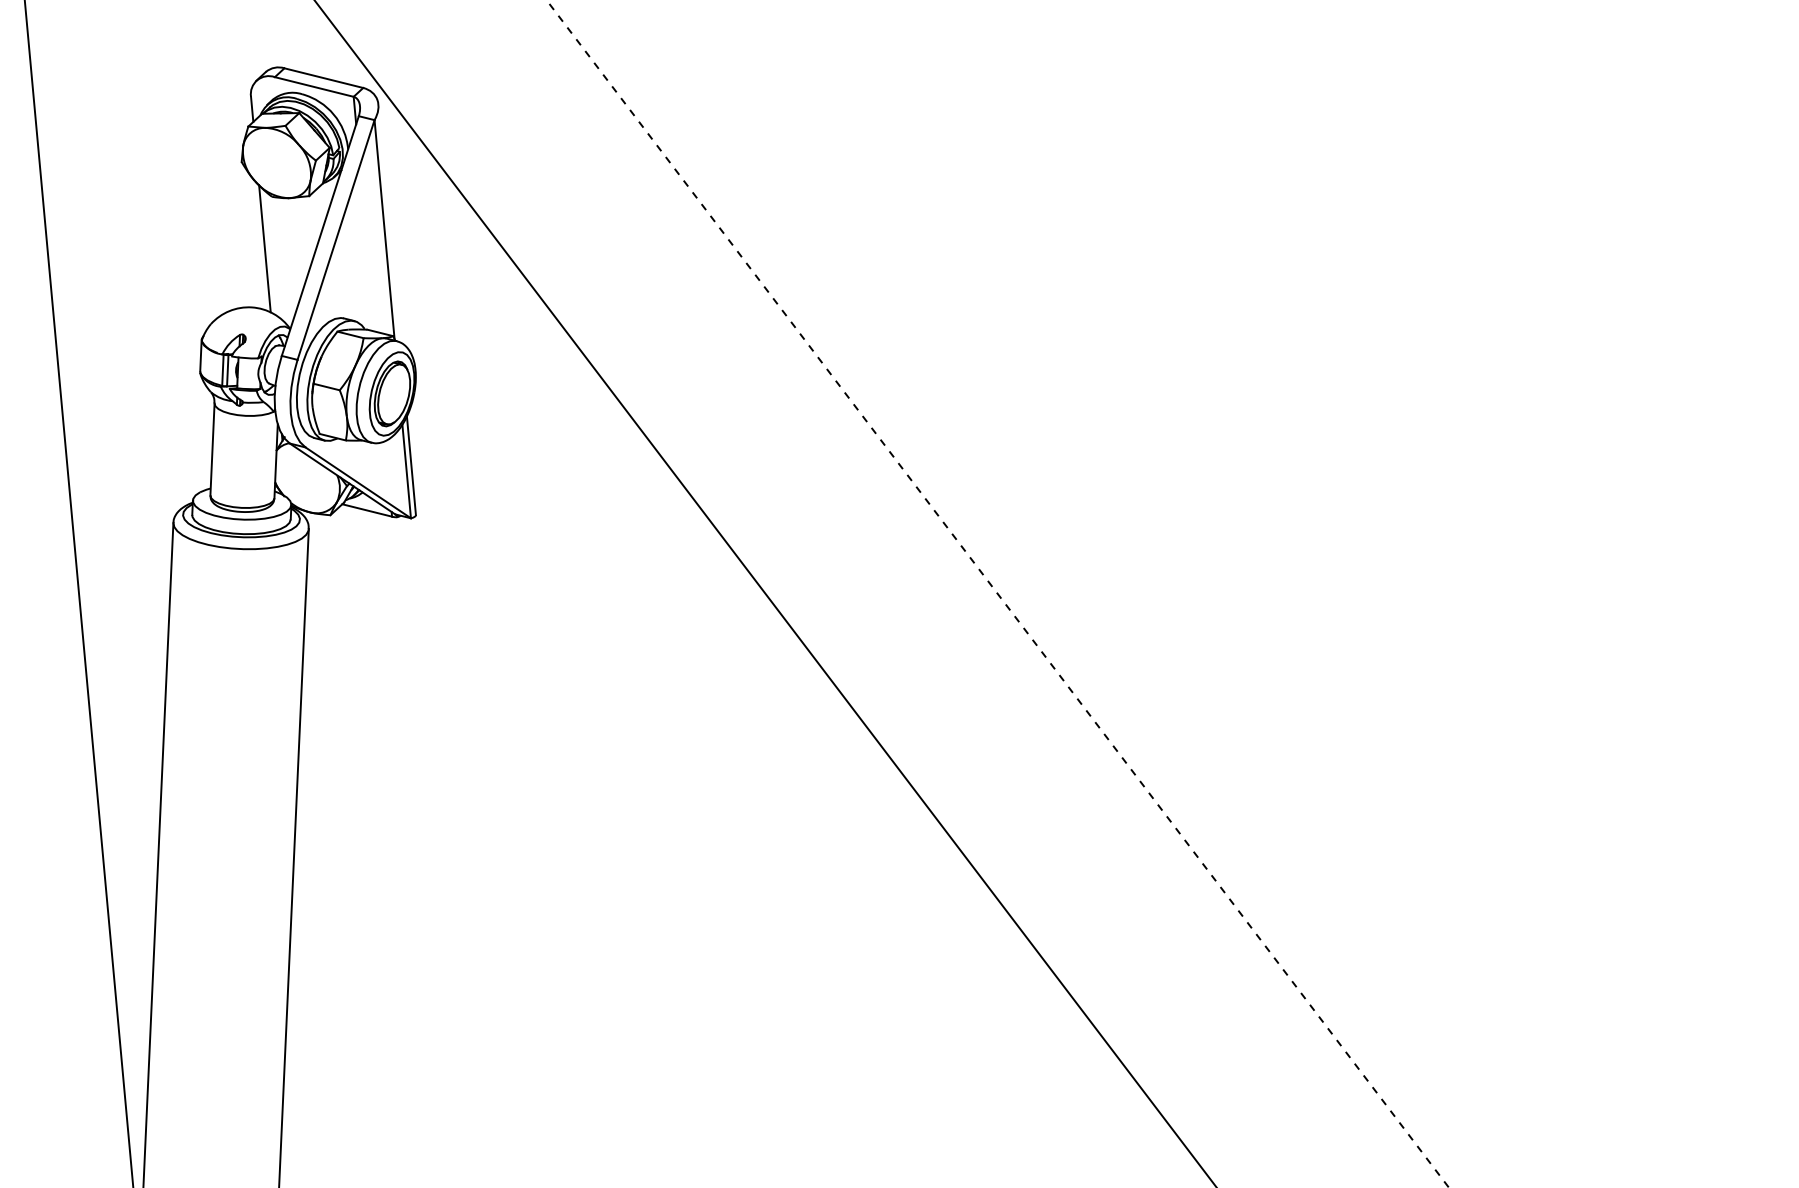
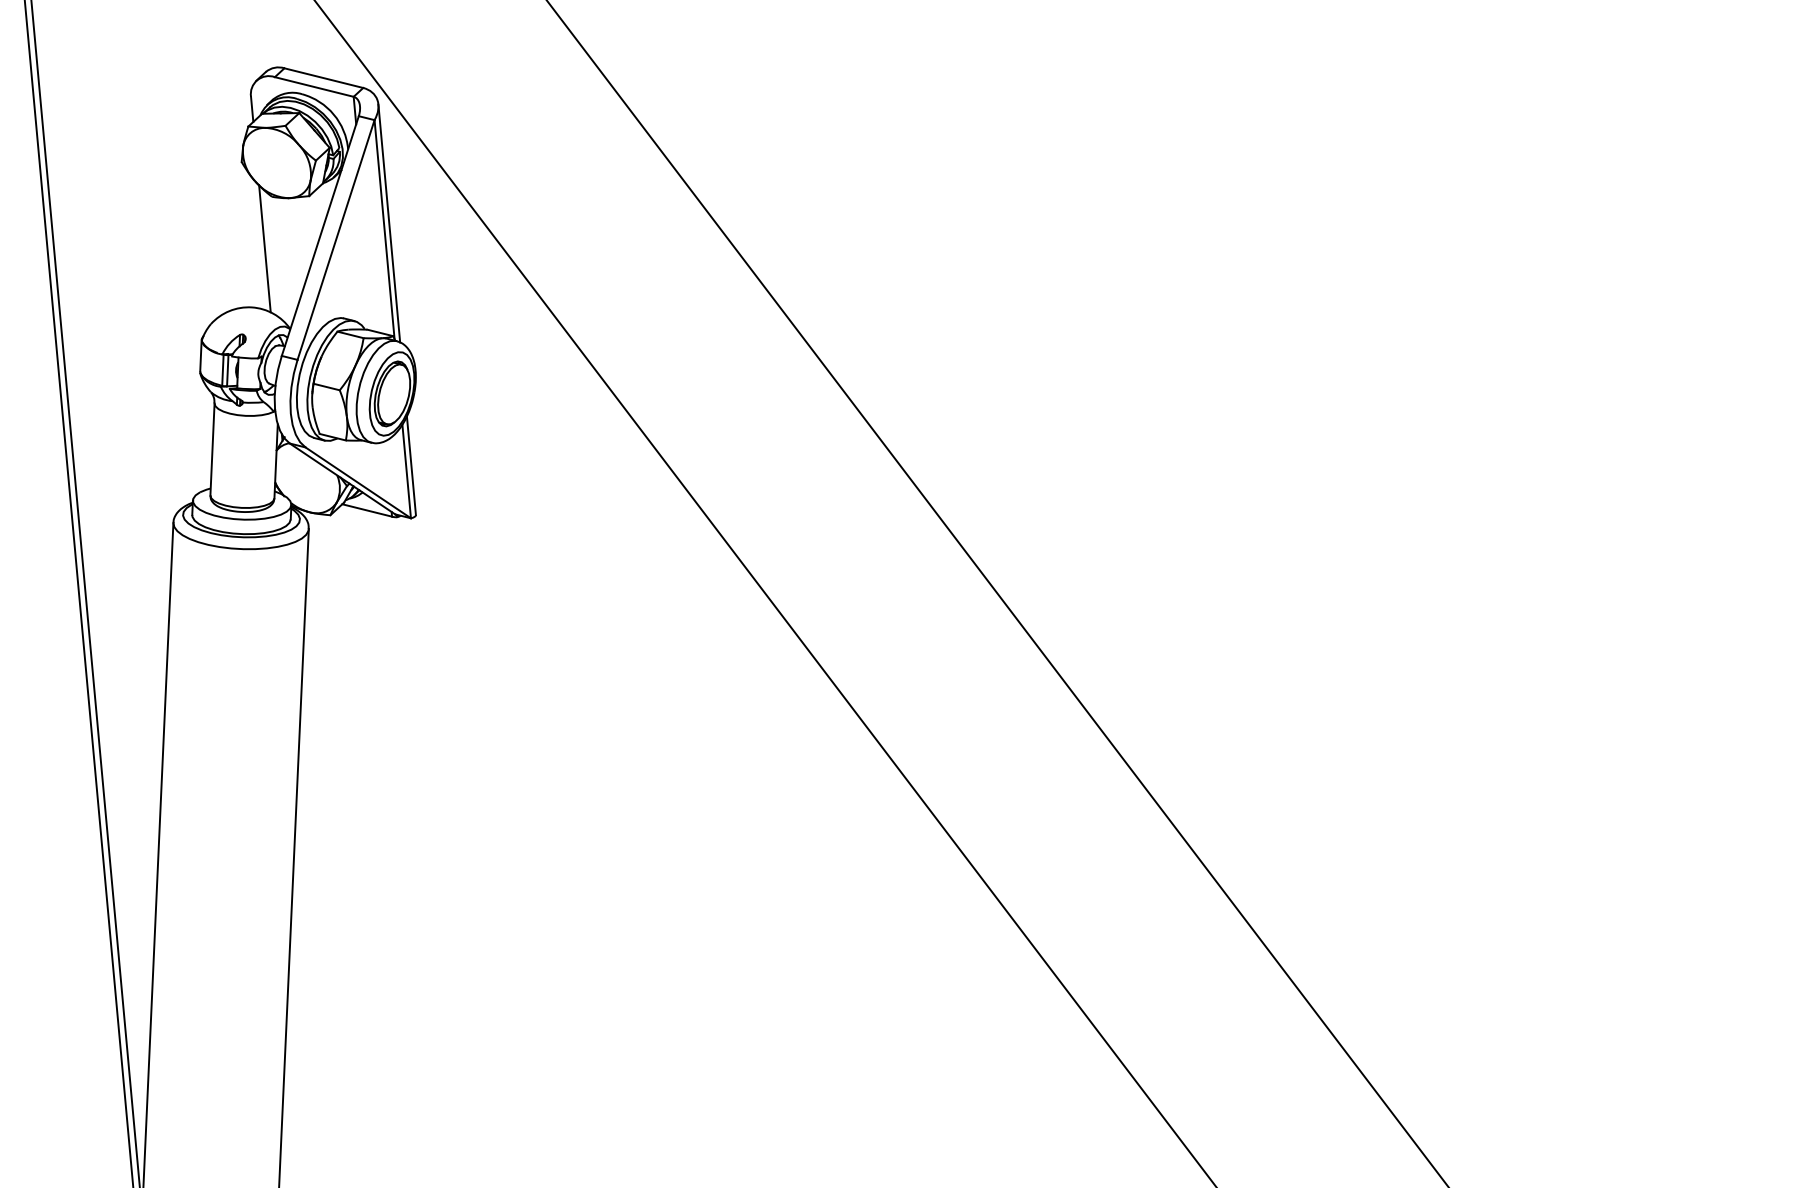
line at (389, 223): none -> present
line at (85, 593): none -> present
line at (997, 594): dashed -> solid
